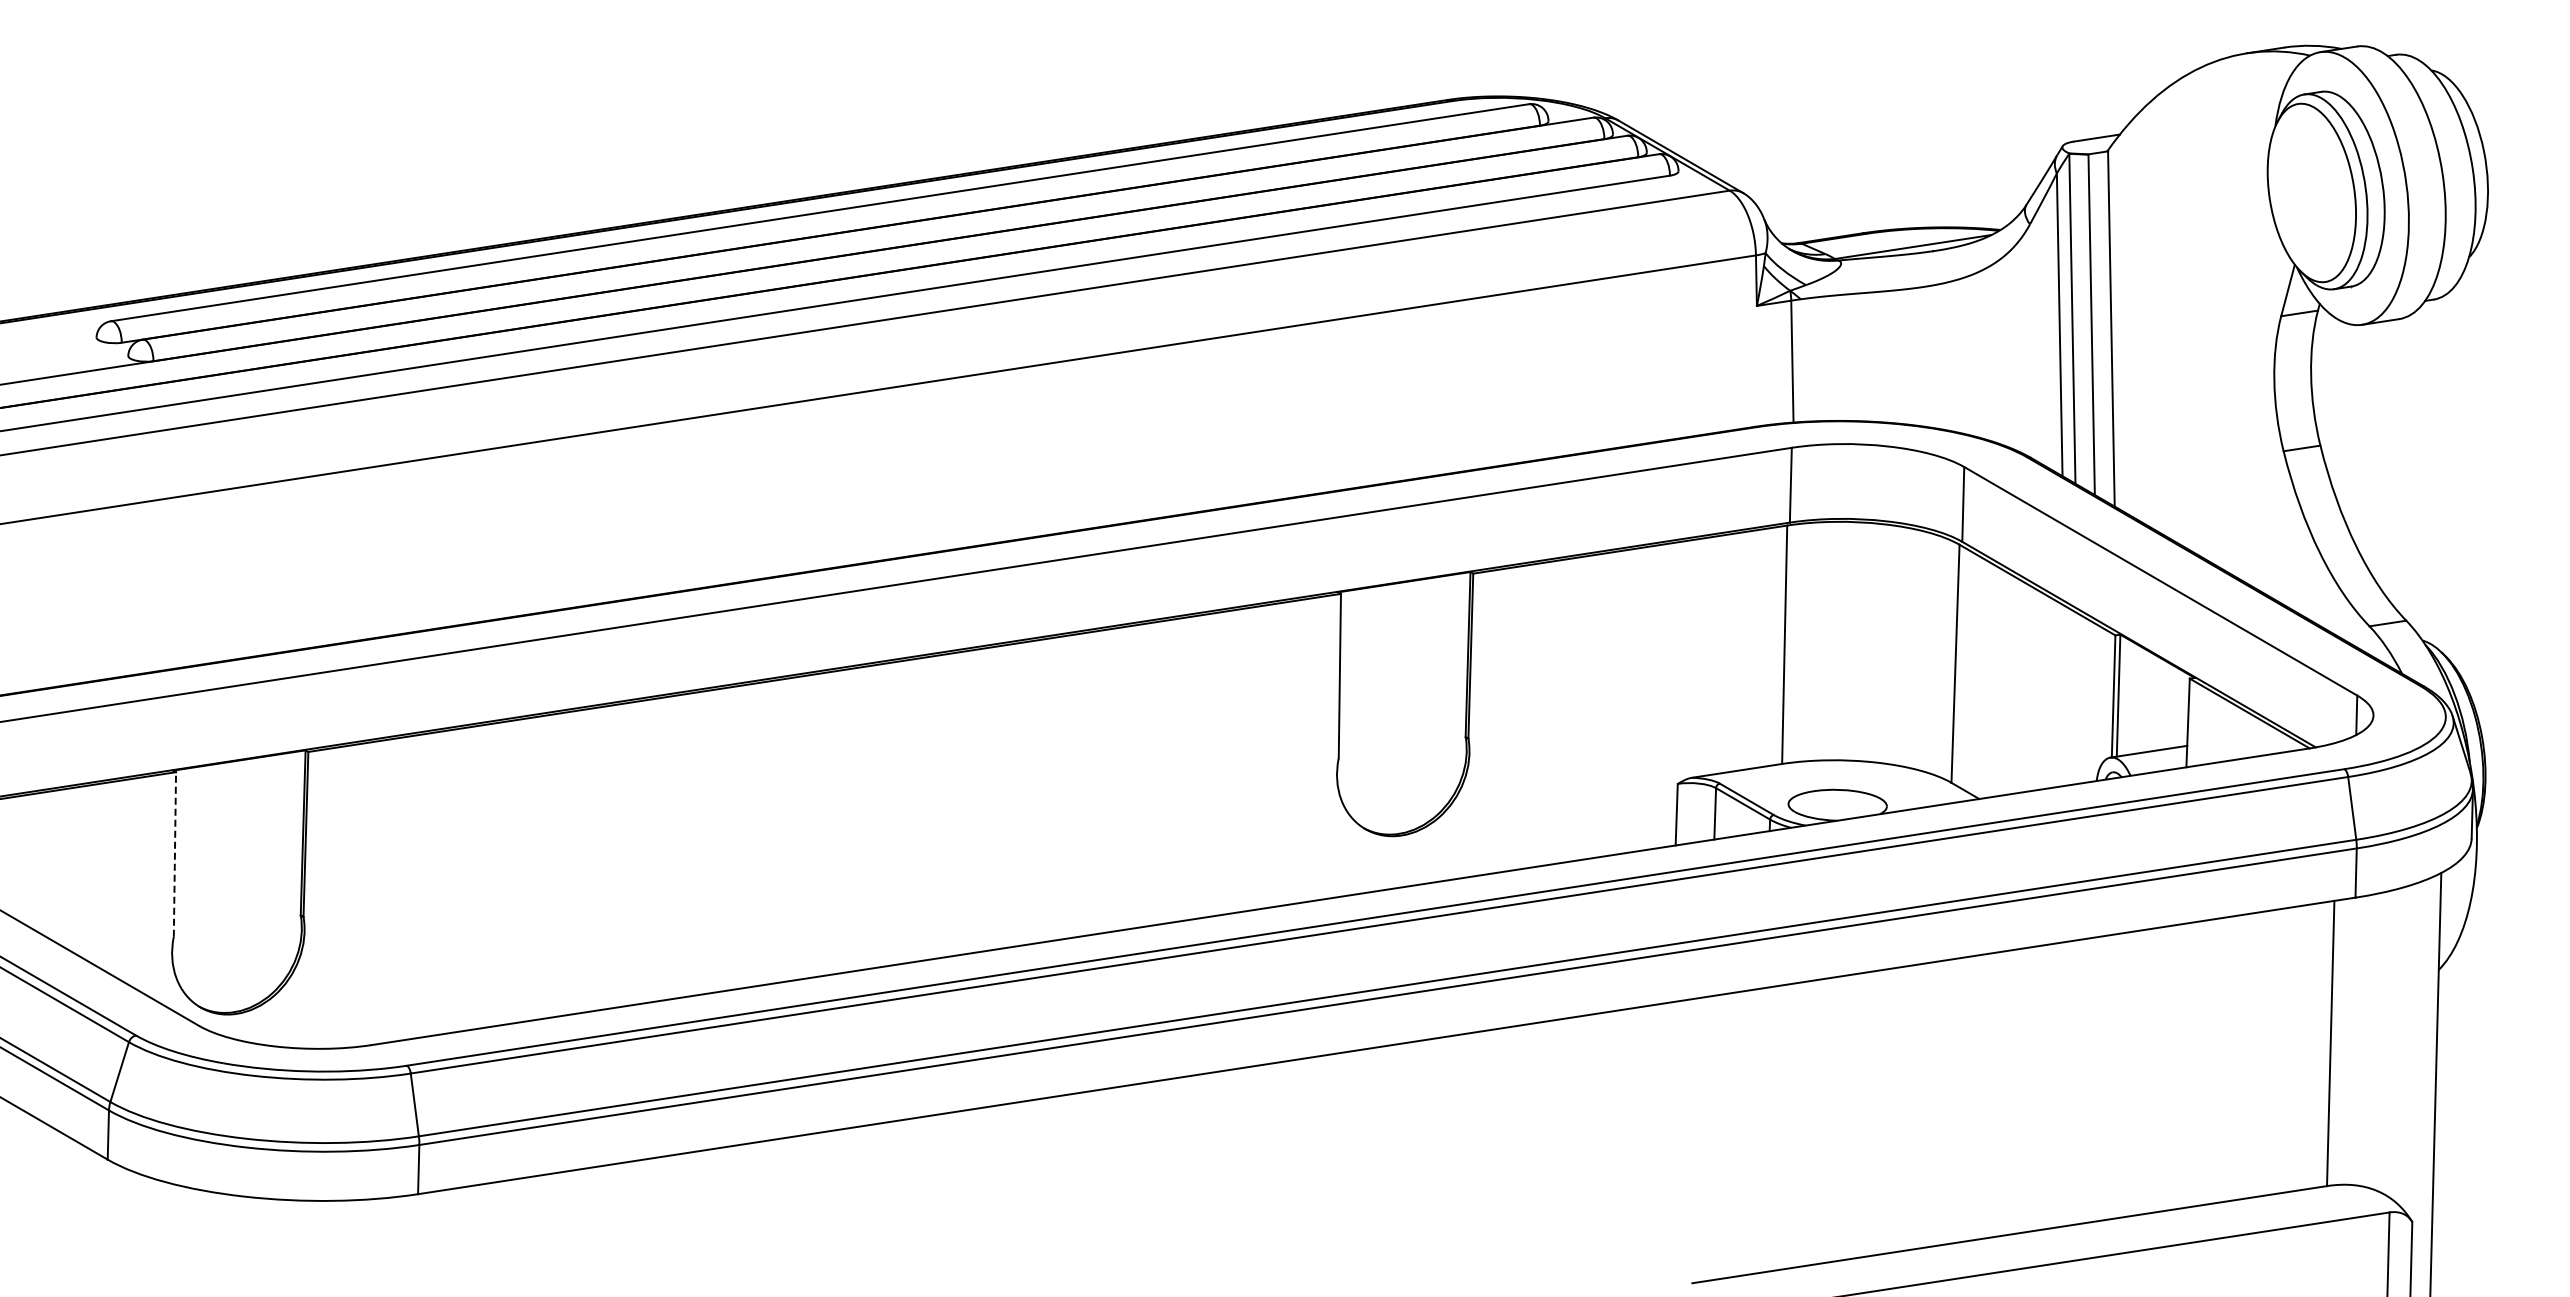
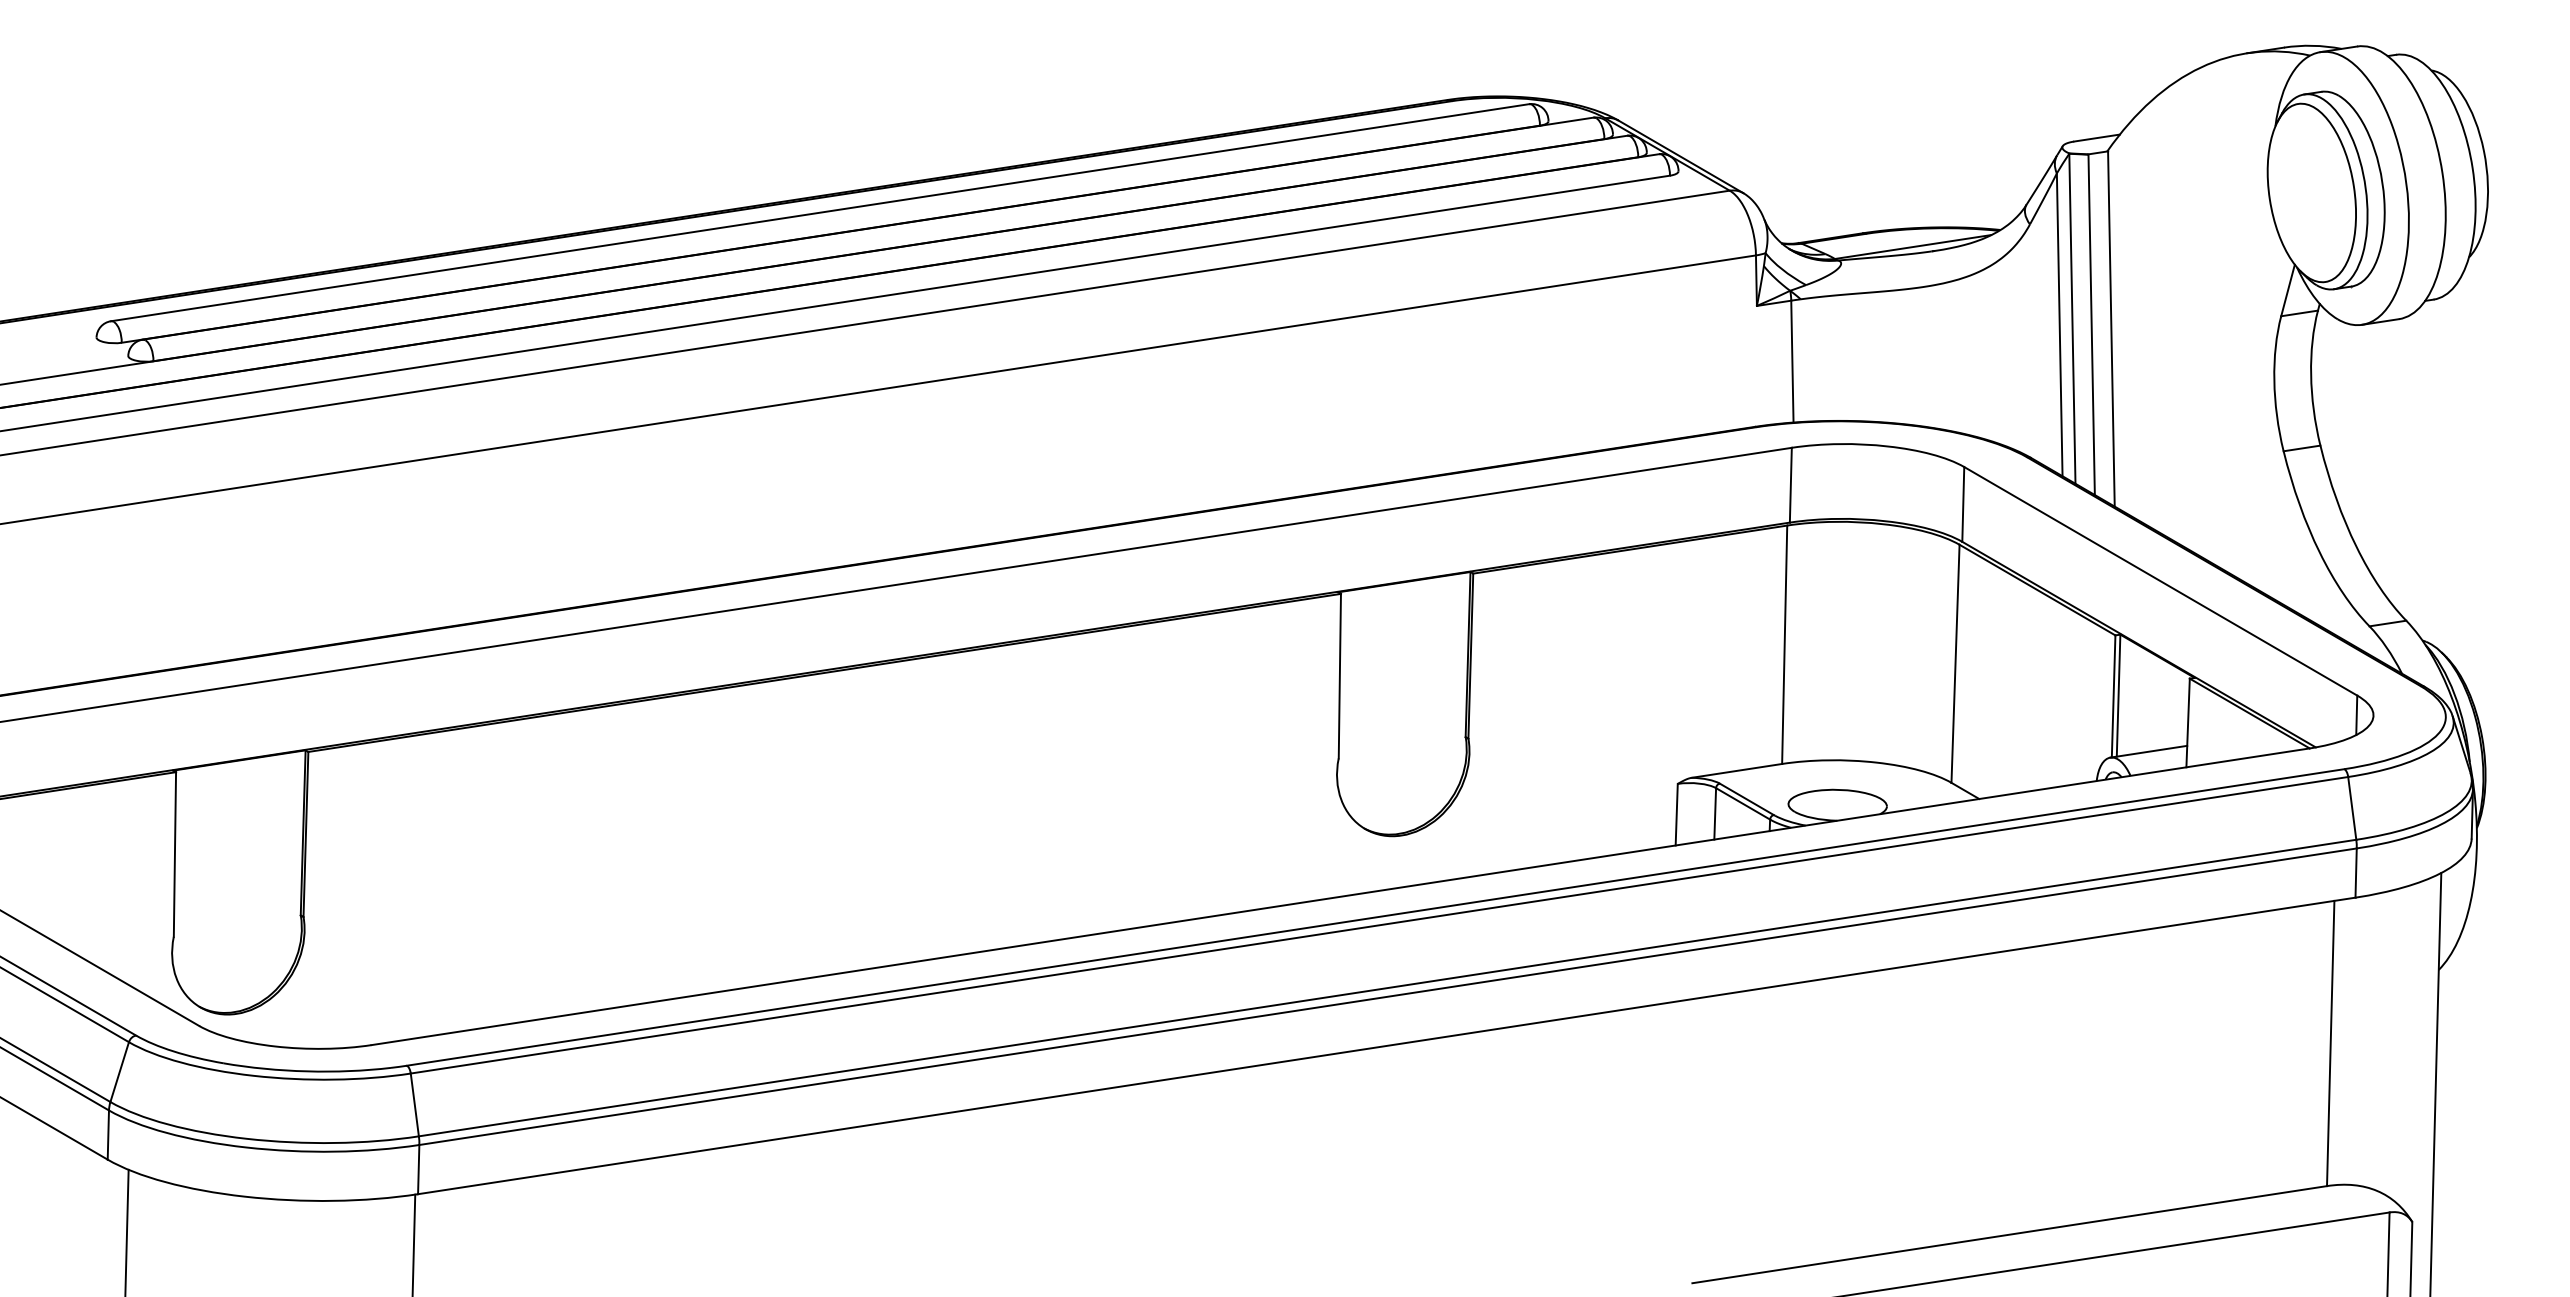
line at (174, 853): dashed -> solid
line at (126, 1231): none -> present
line at (413, 1243): none -> present
